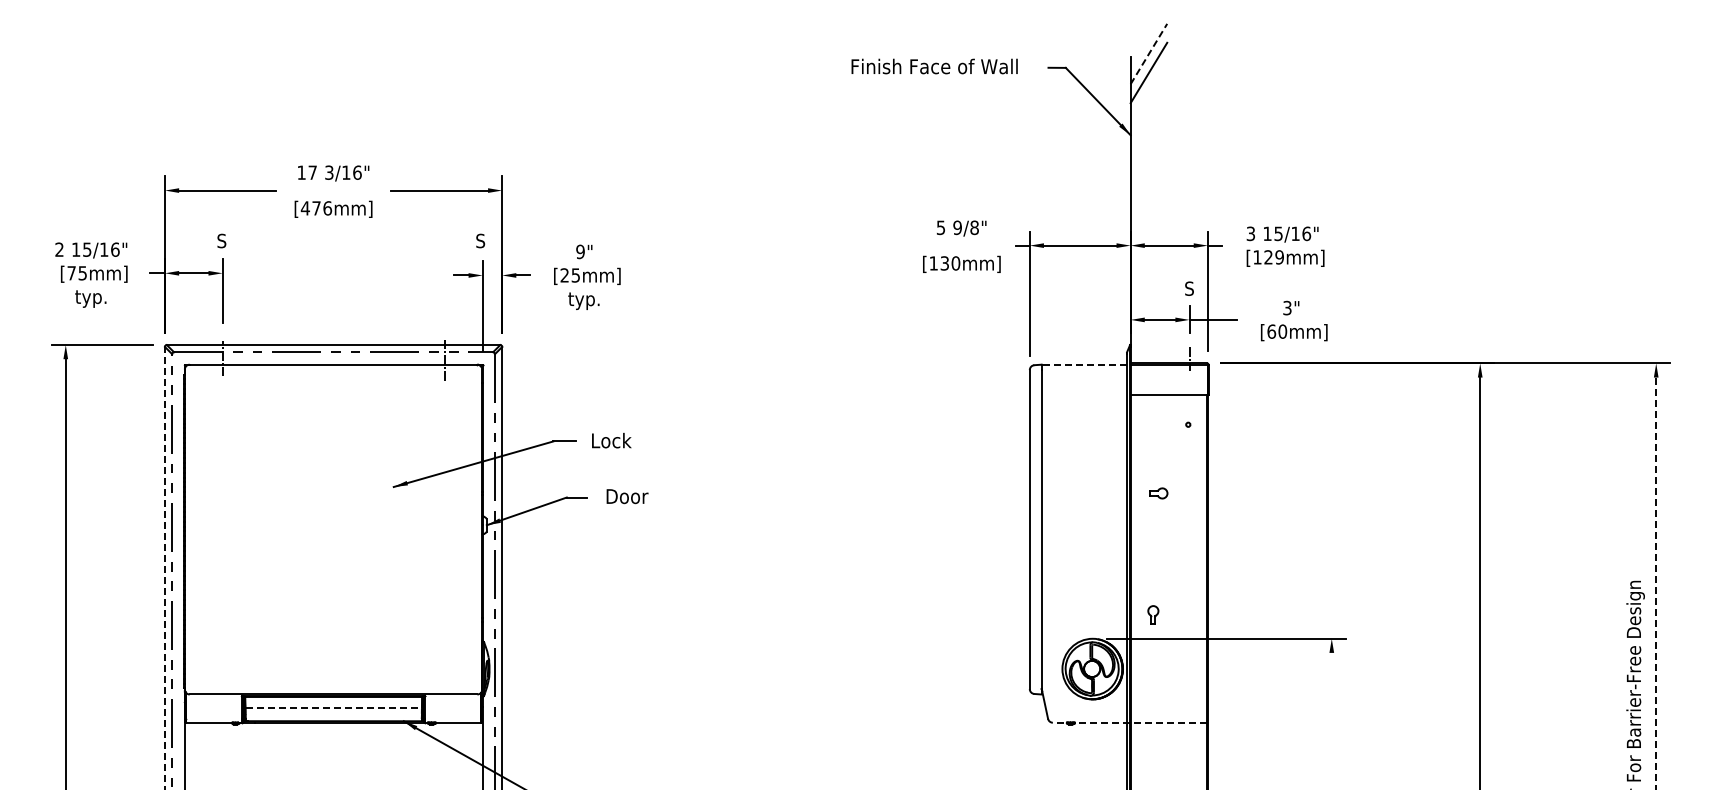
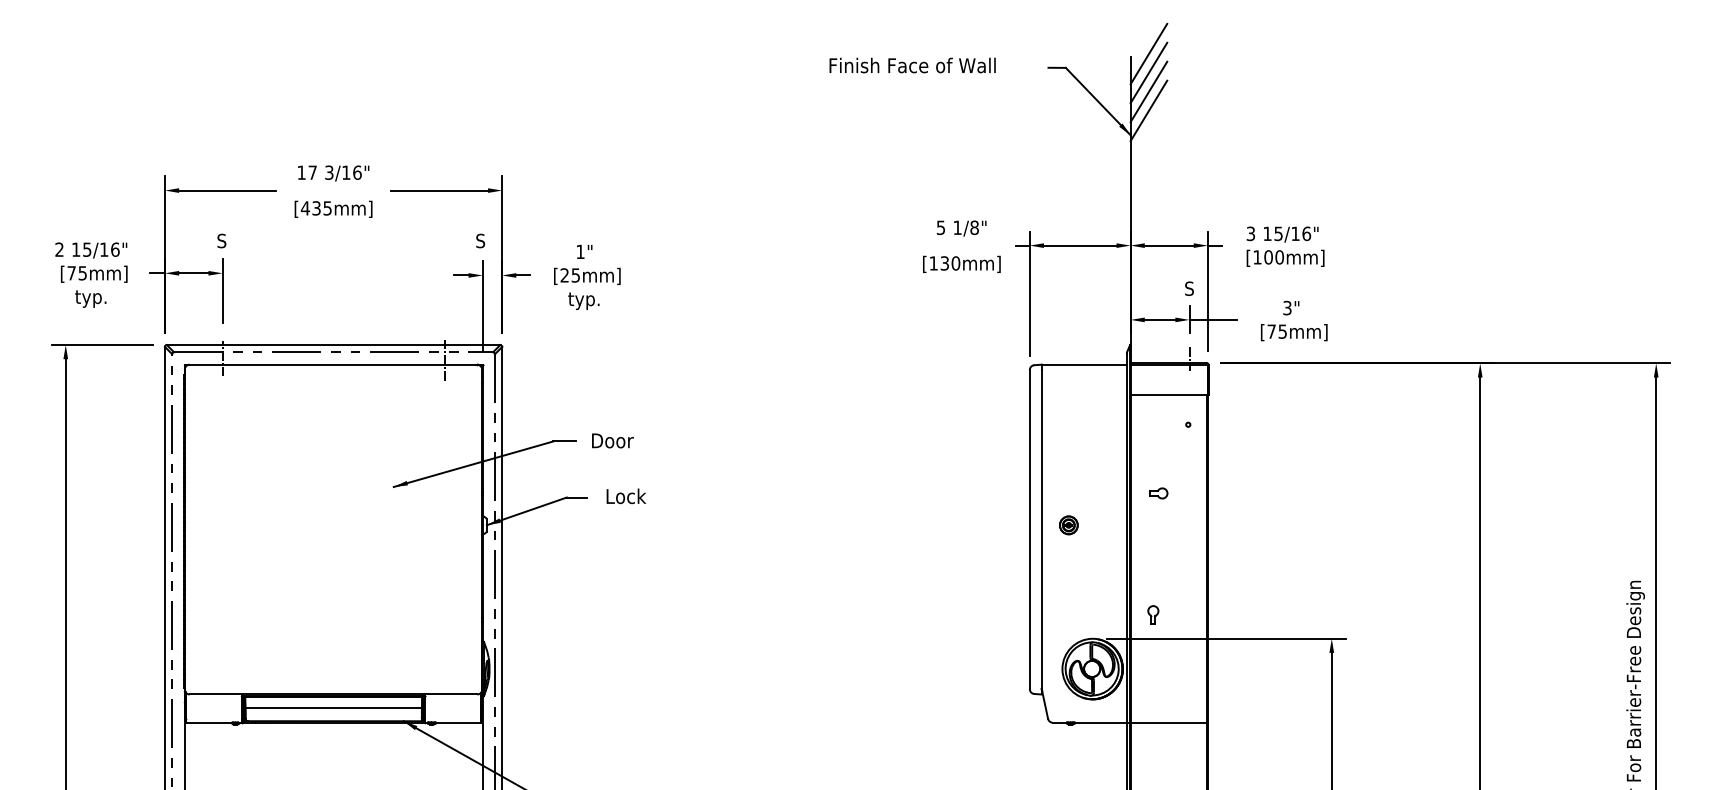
line at (1149, 53): dashed -> solid
text at (934, 66) position: (934, 66) -> (912, 65)
line at (1148, 91): none -> present
line at (1148, 110): none -> present
text at (322, 208): [476mm] -> [435mm]
text at (957, 227): 9/8" -> 1/8"
text at (580, 251): 9" -> 1"
text at (1273, 257): [129mm] -> [100mm]
text at (1277, 331): [60mm] -> [75mm]
line at (1084, 364): dashed -> solid
text at (613, 440): Lock -> Door
text at (628, 496): Door -> Lock
part at (1068, 525): none -> present
line at (165, 567): dashed -> solid
line at (1656, 583): dashed -> solid
line at (334, 708): dashed -> solid
line at (1331, 719): none -> present
line at (1129, 722): dashed -> solid
